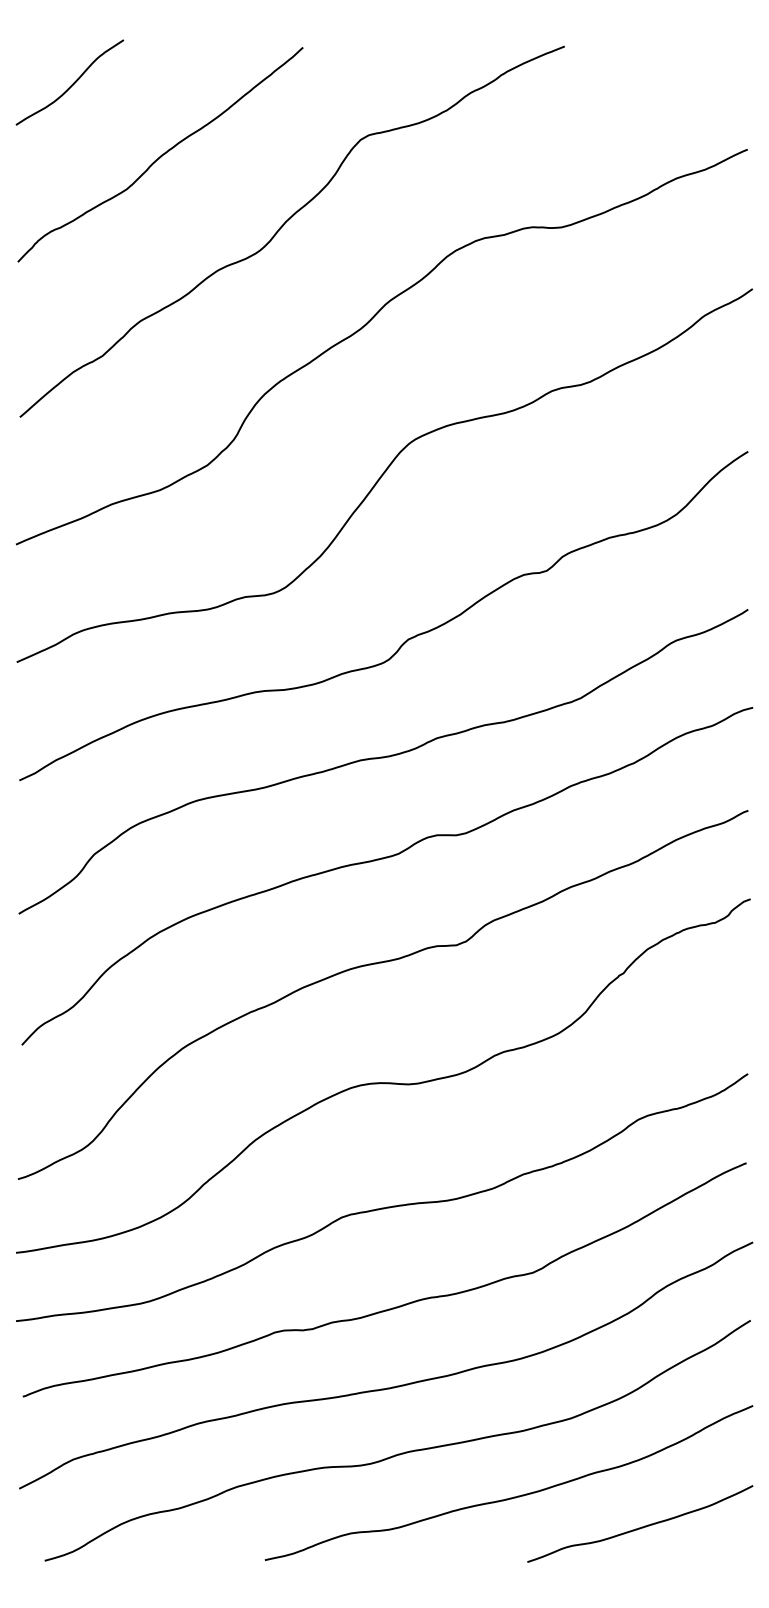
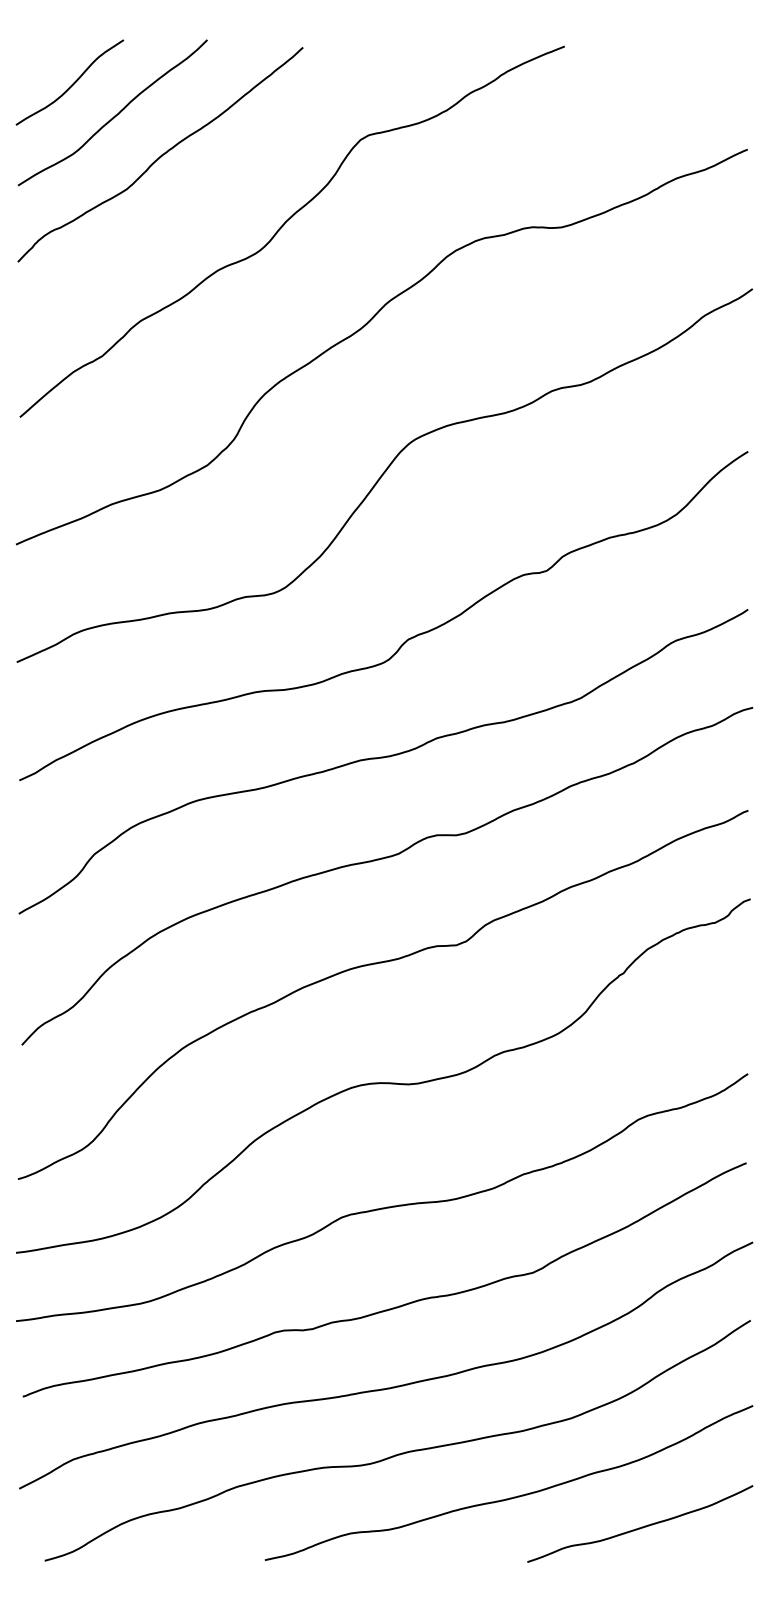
curve at (114, 115): none -> present
